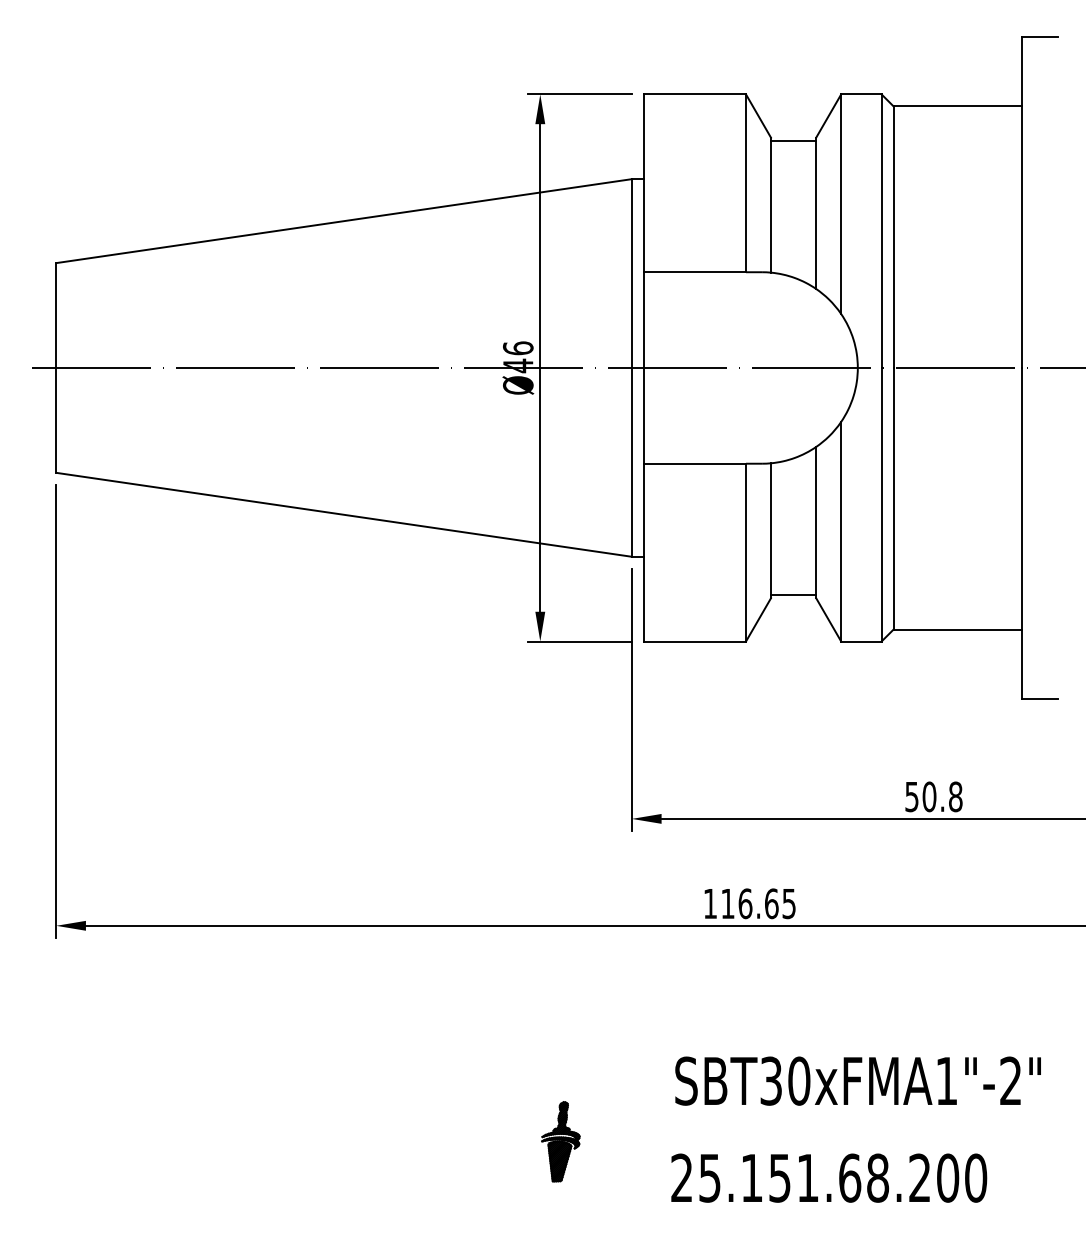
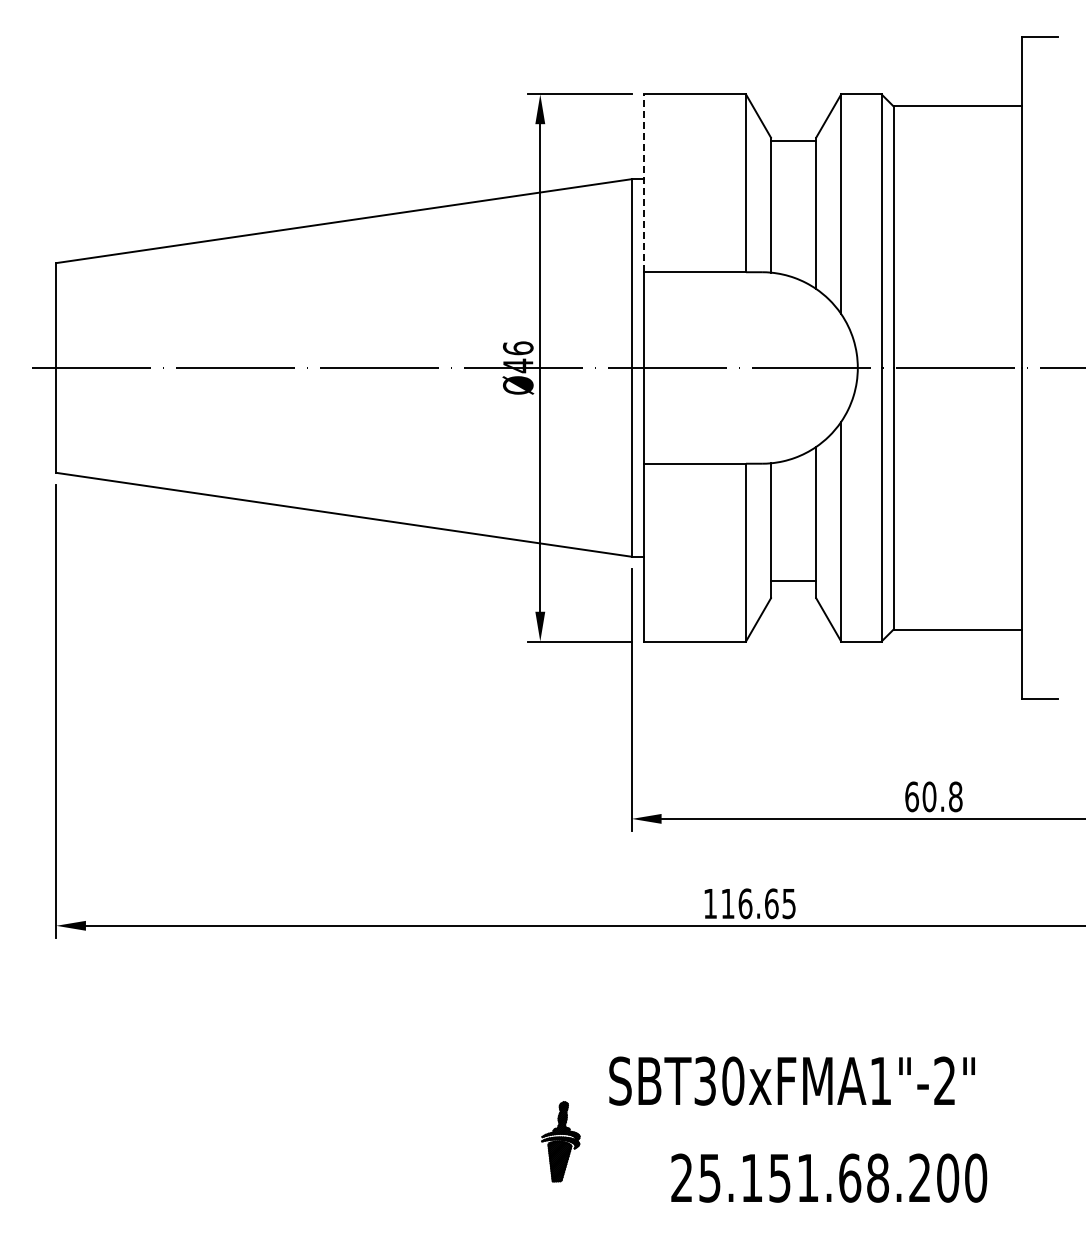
line at (643, 183): solid -> dashed
line at (793, 595) position: (793, 595) -> (793, 581)
text at (911, 796): 50.8 -> 60.8
text at (857, 1080) position: (857, 1080) -> (791, 1080)
